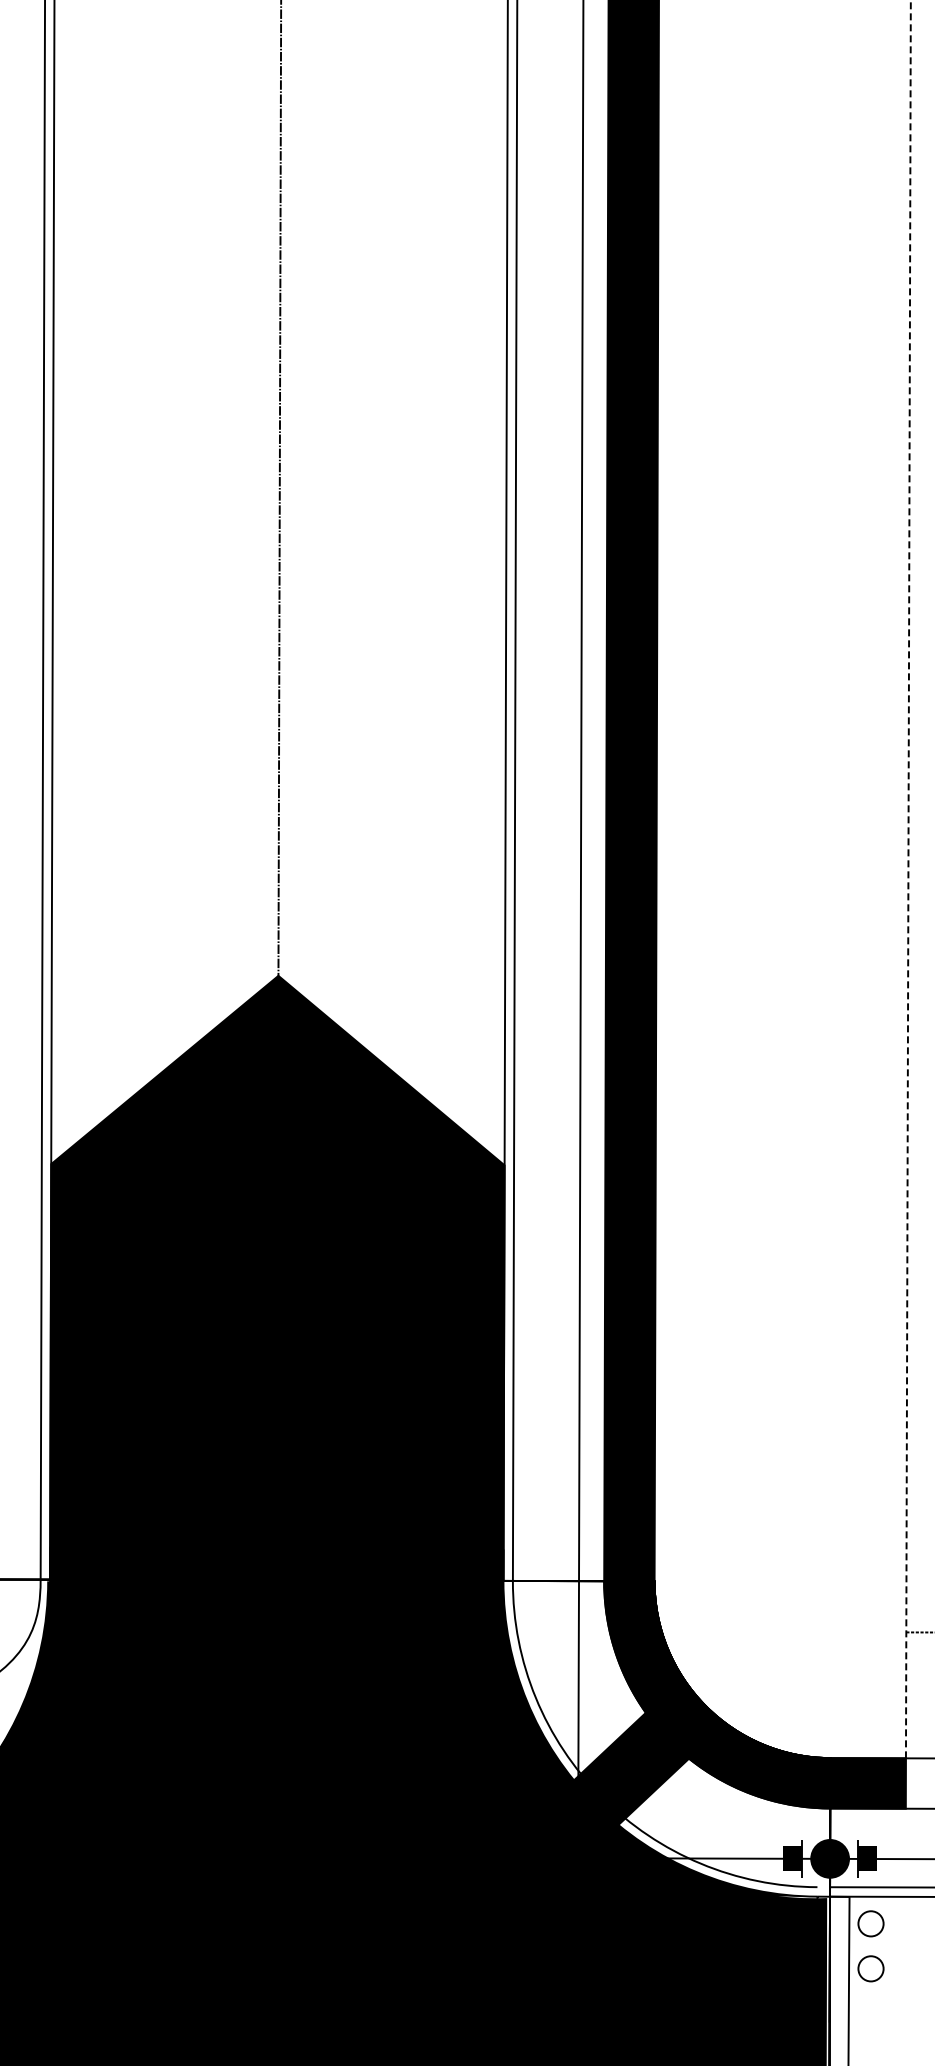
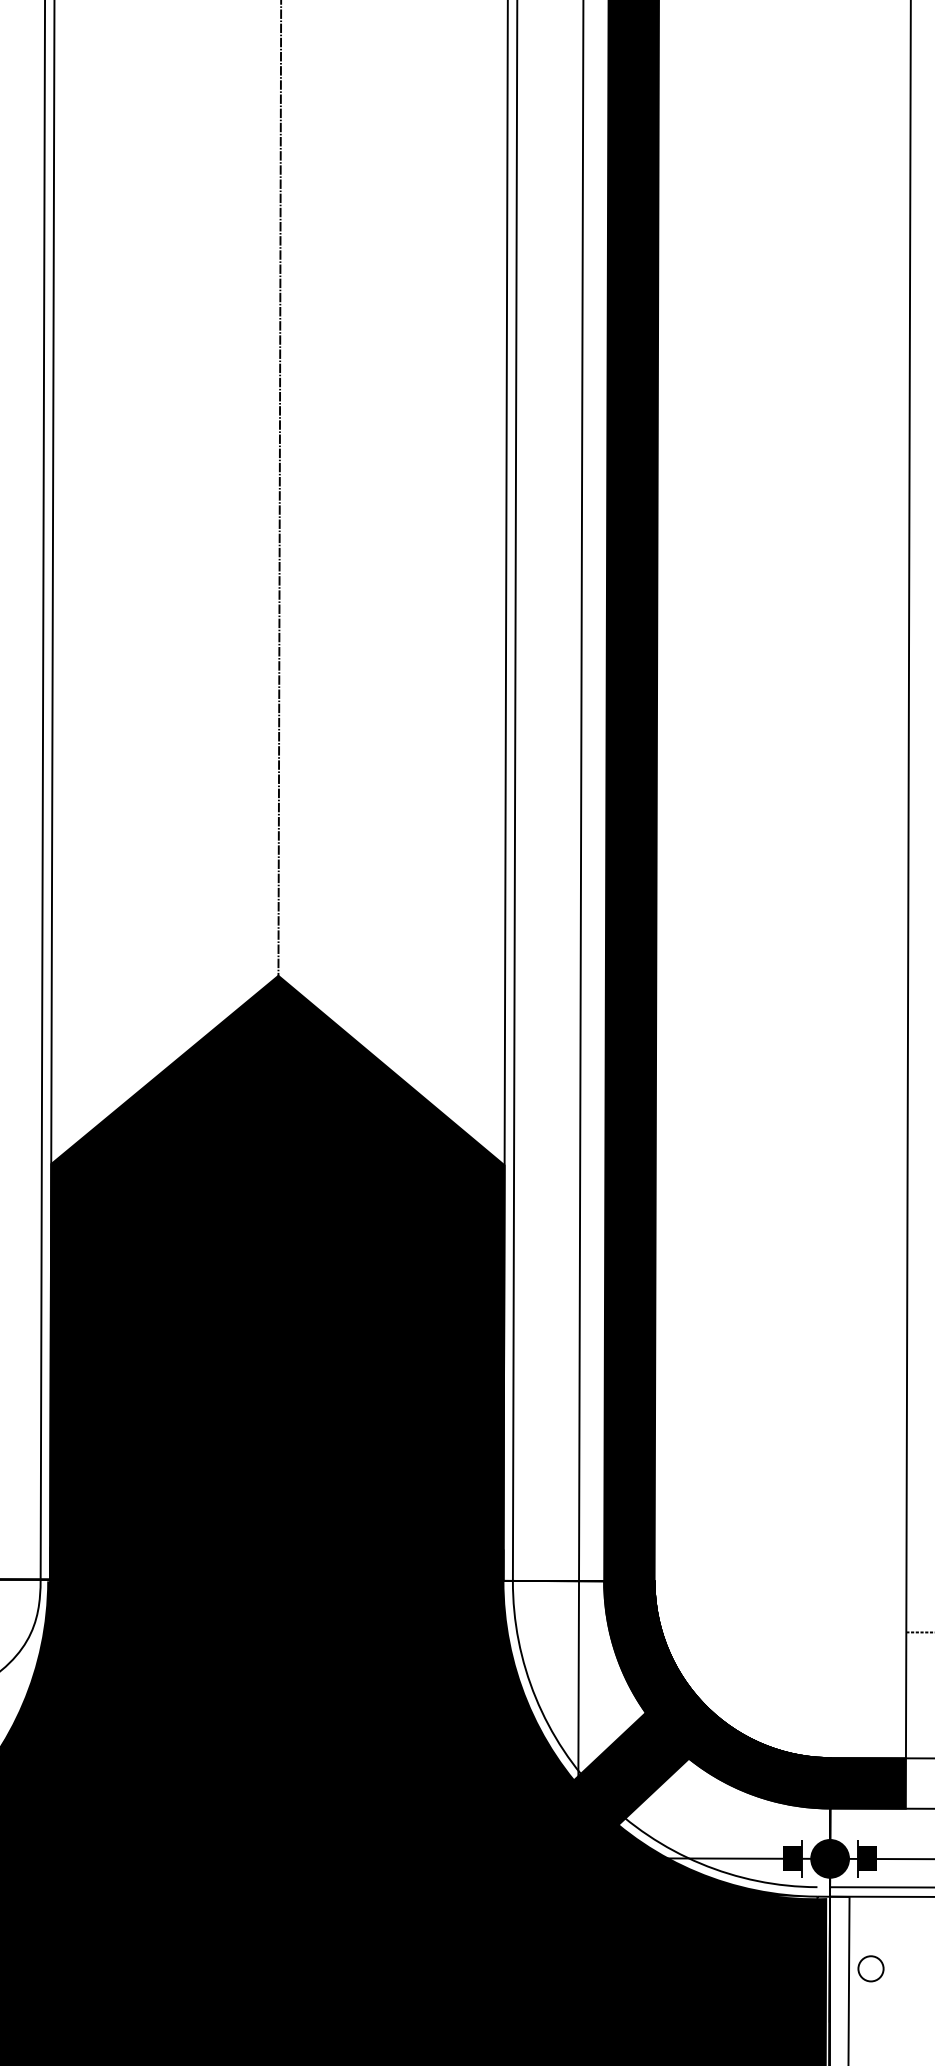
line at (908, 879): dashed -> solid
circle at (870, 1923): present -> none
